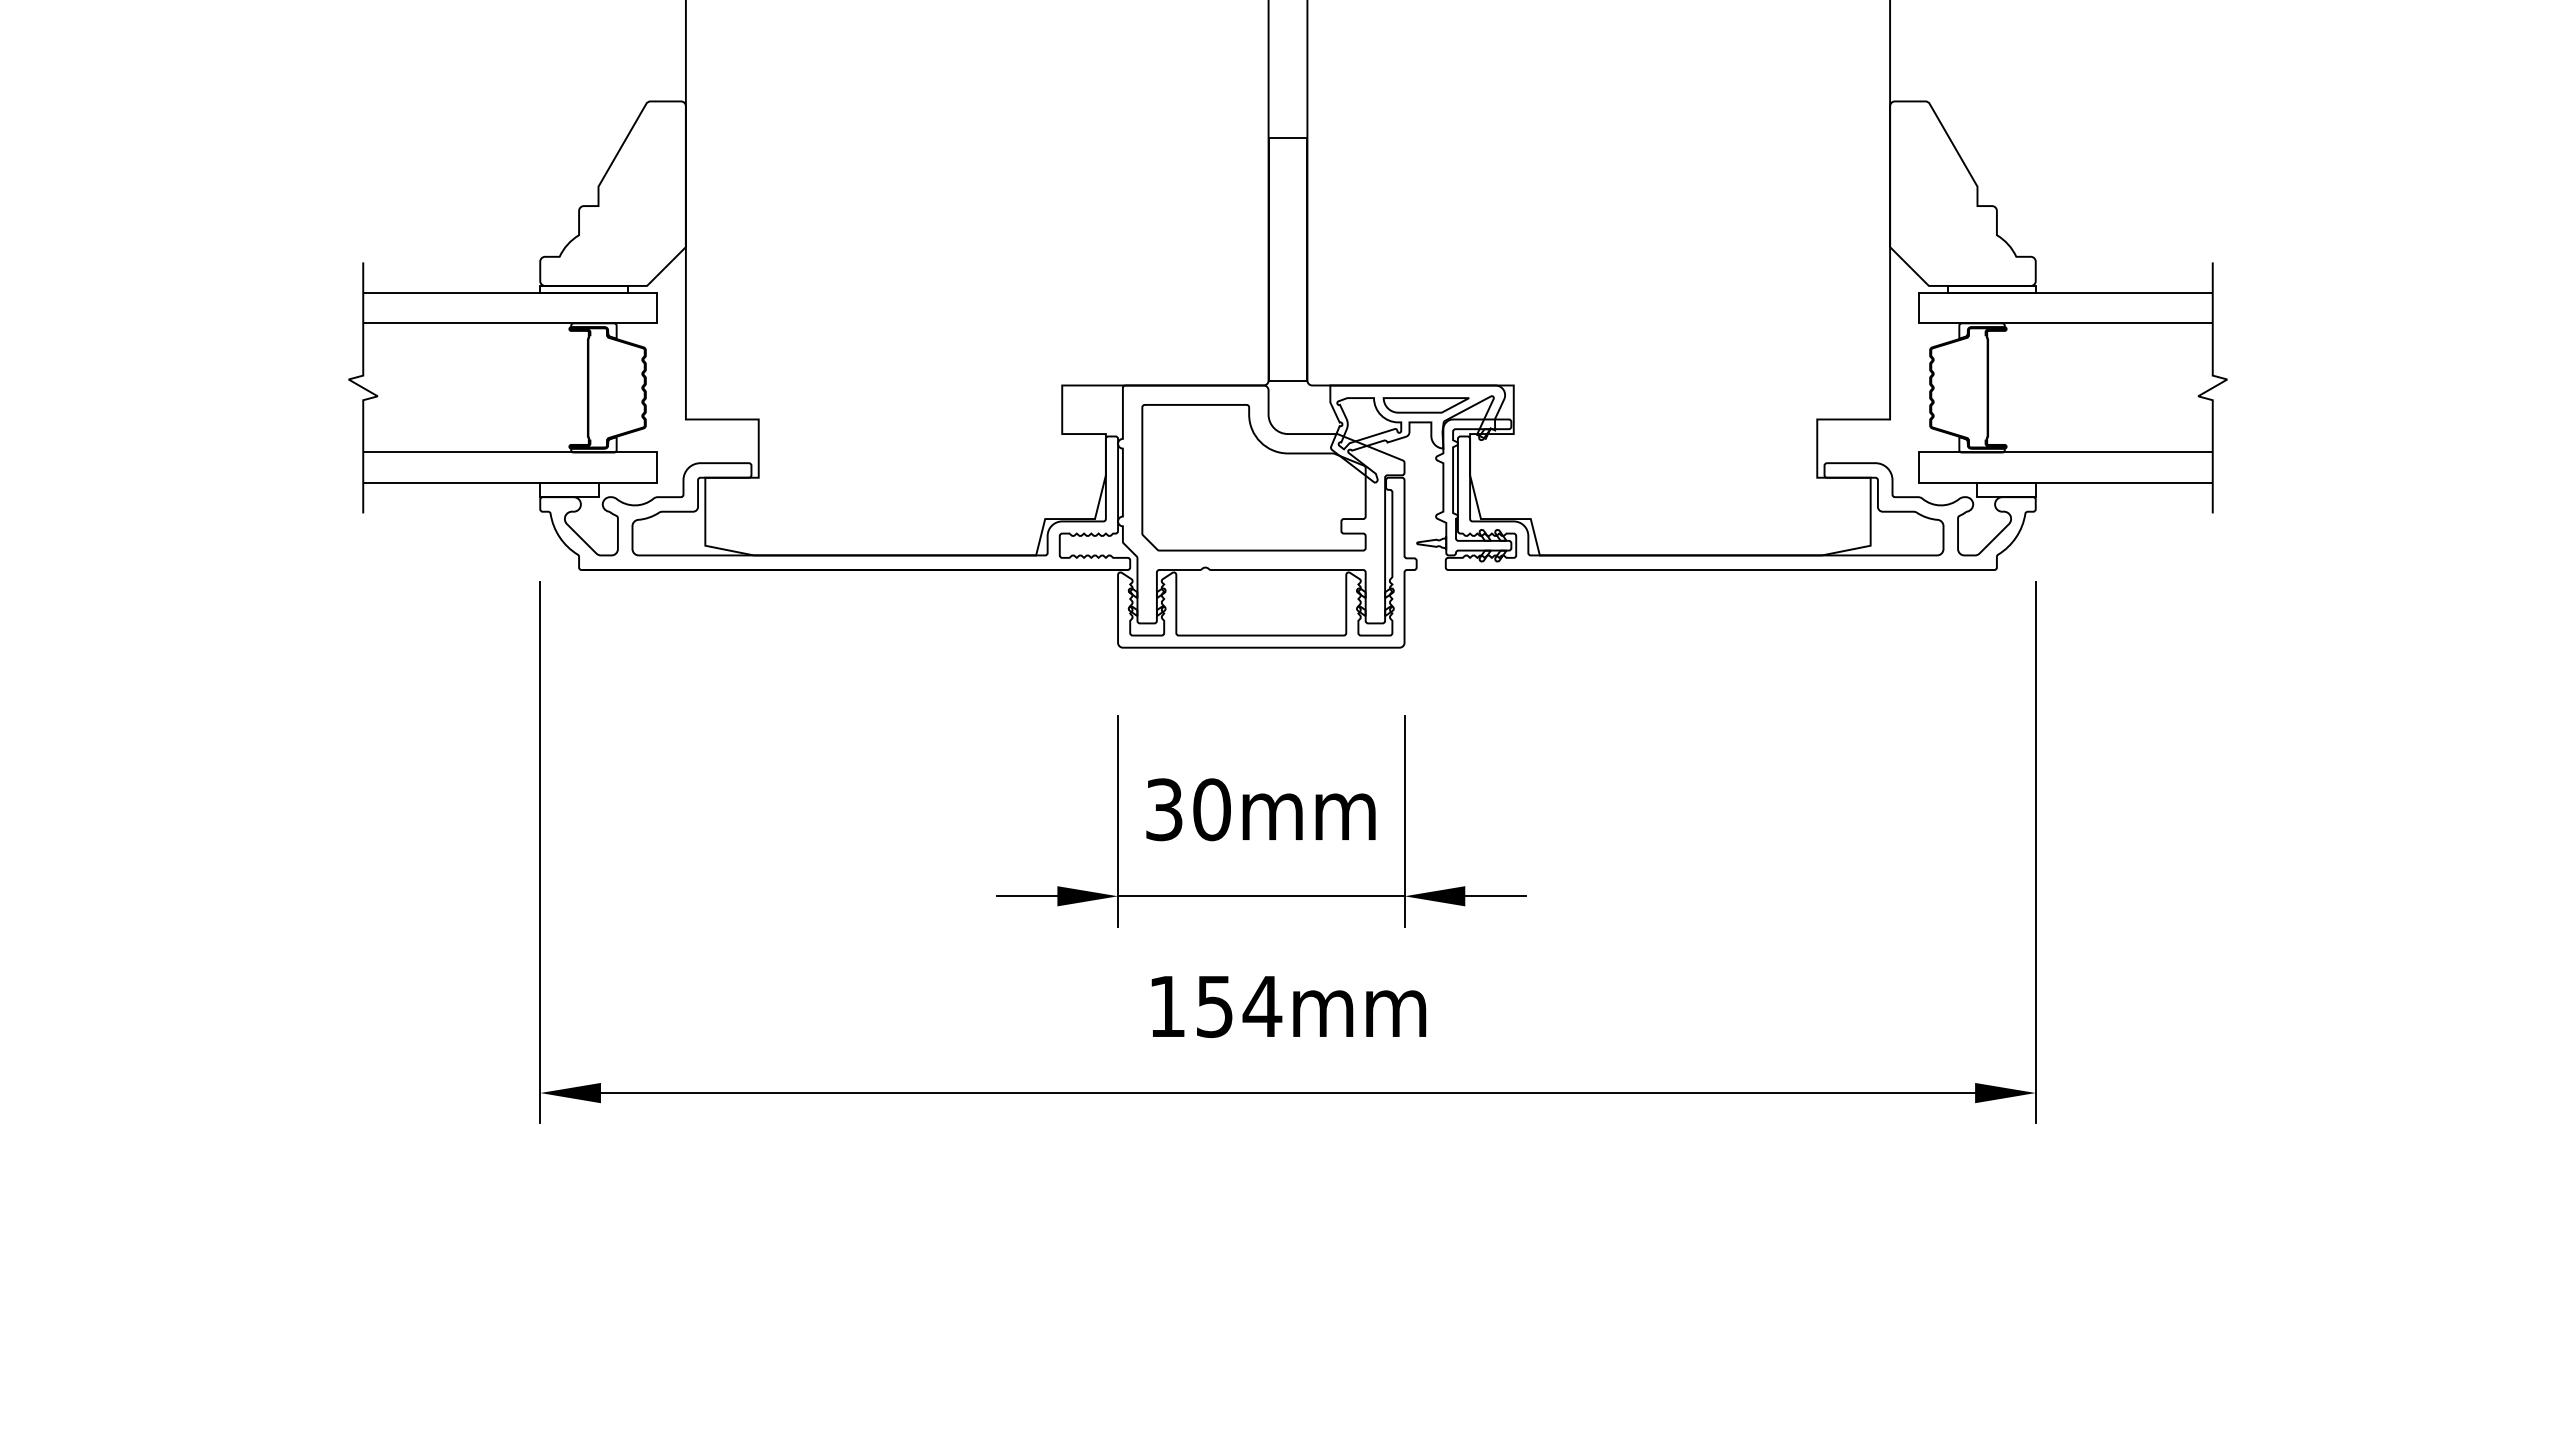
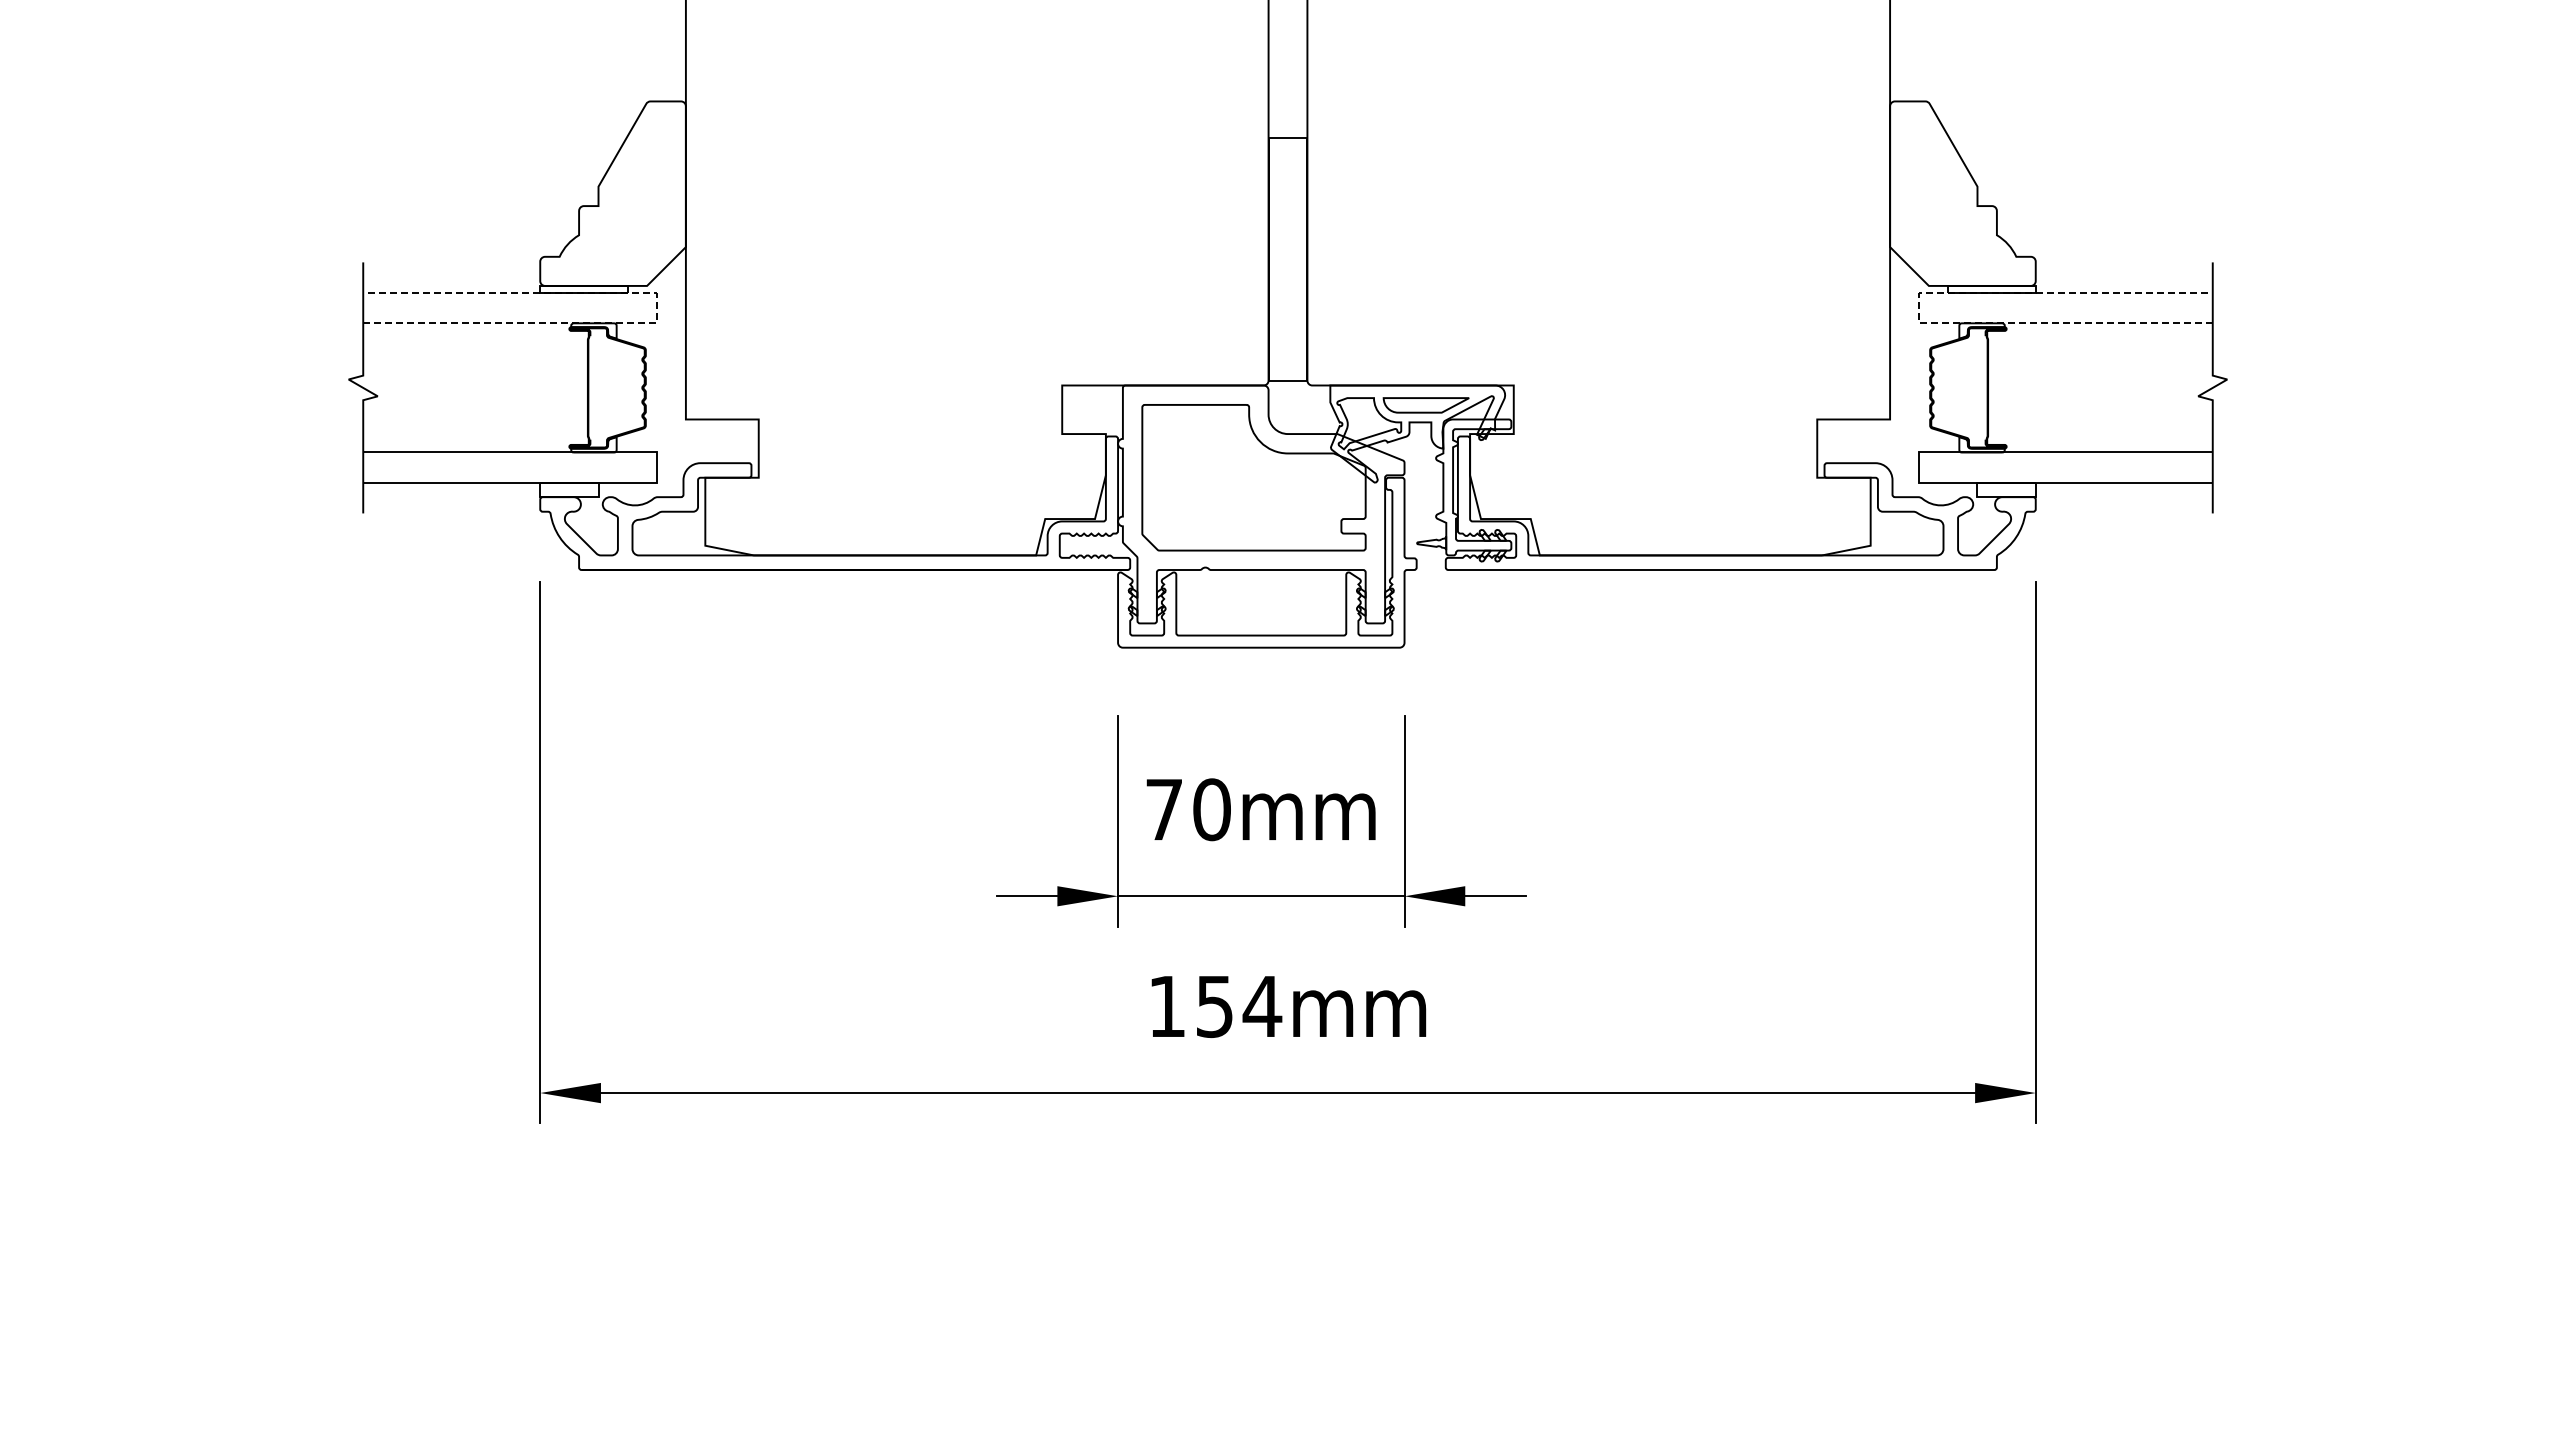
line at (656, 307): solid -> dashed
line at (1919, 307): solid -> dashed
text at (1164, 809): 30mm -> 70mm
